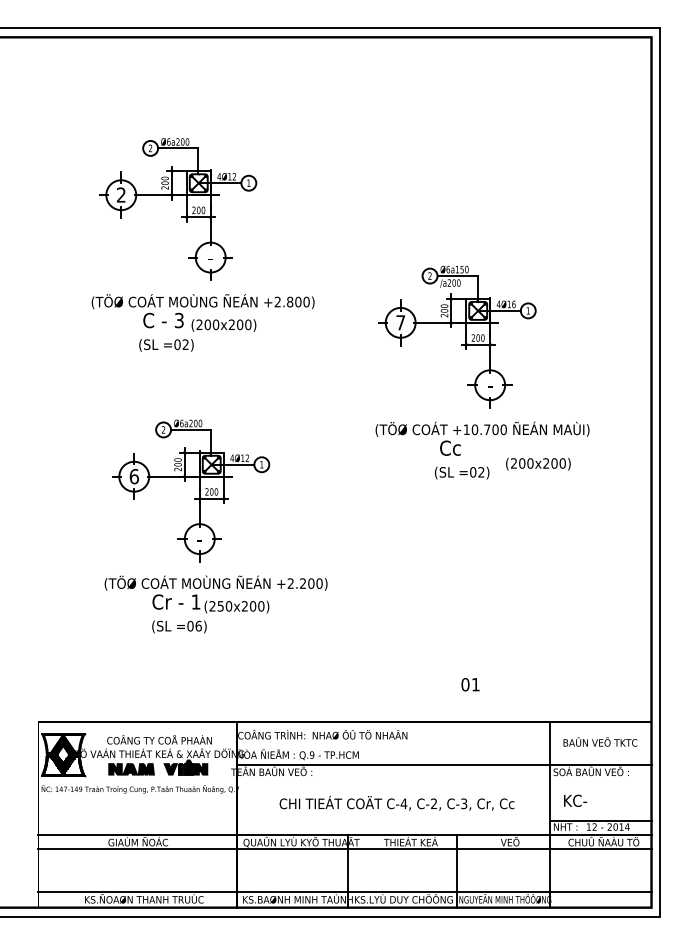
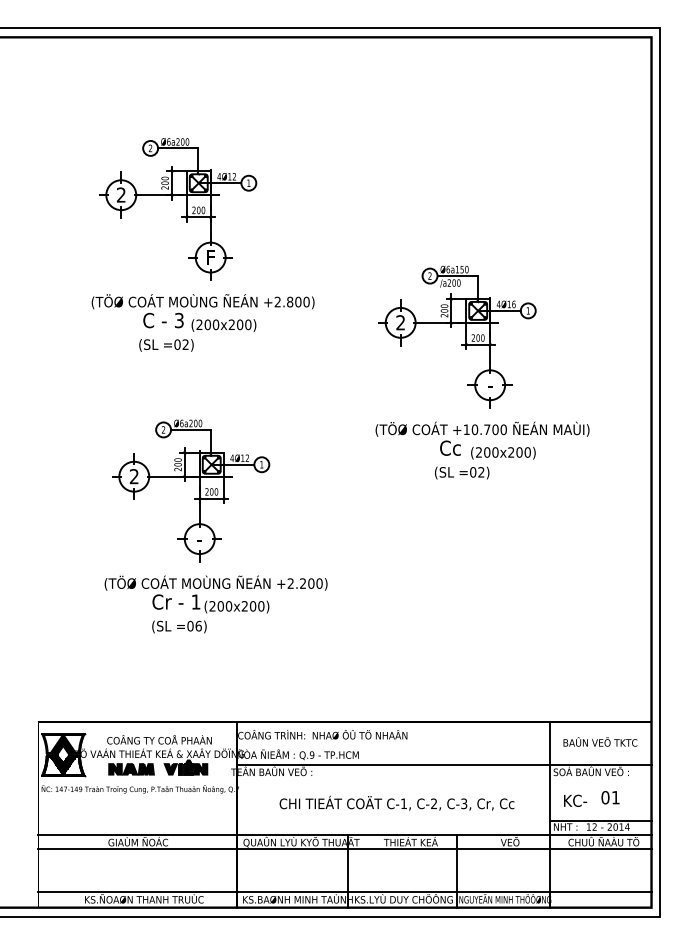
text at (210, 257): - -> F
text at (400, 322): 7 -> 2
text at (538, 463) position: (538, 463) -> (503, 452)
text at (133, 476): 6 -> 2
text at (220, 606): (250x200) -> (200x200)
text at (470, 684) position: (470, 684) -> (610, 797)
text at (403, 803): C-4, -> C-1,
